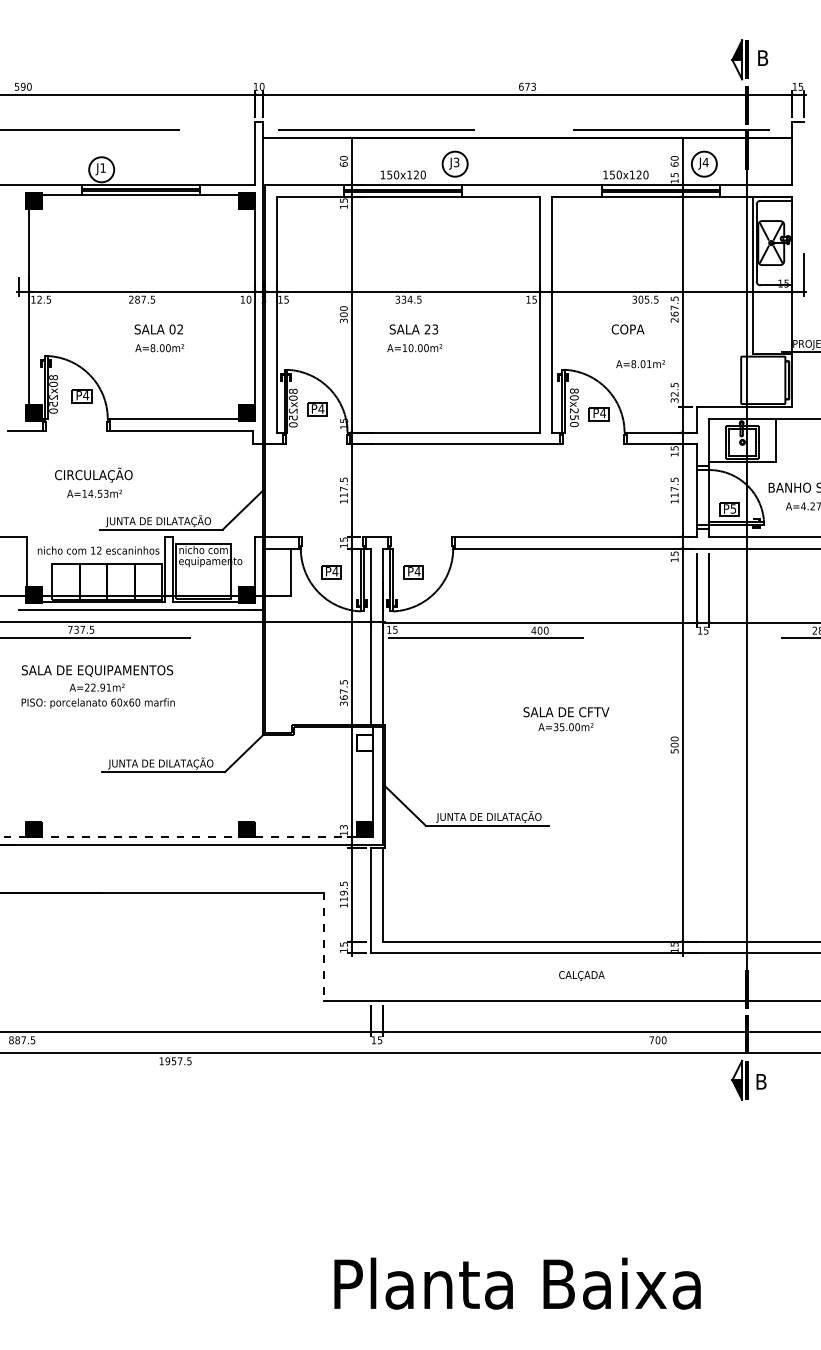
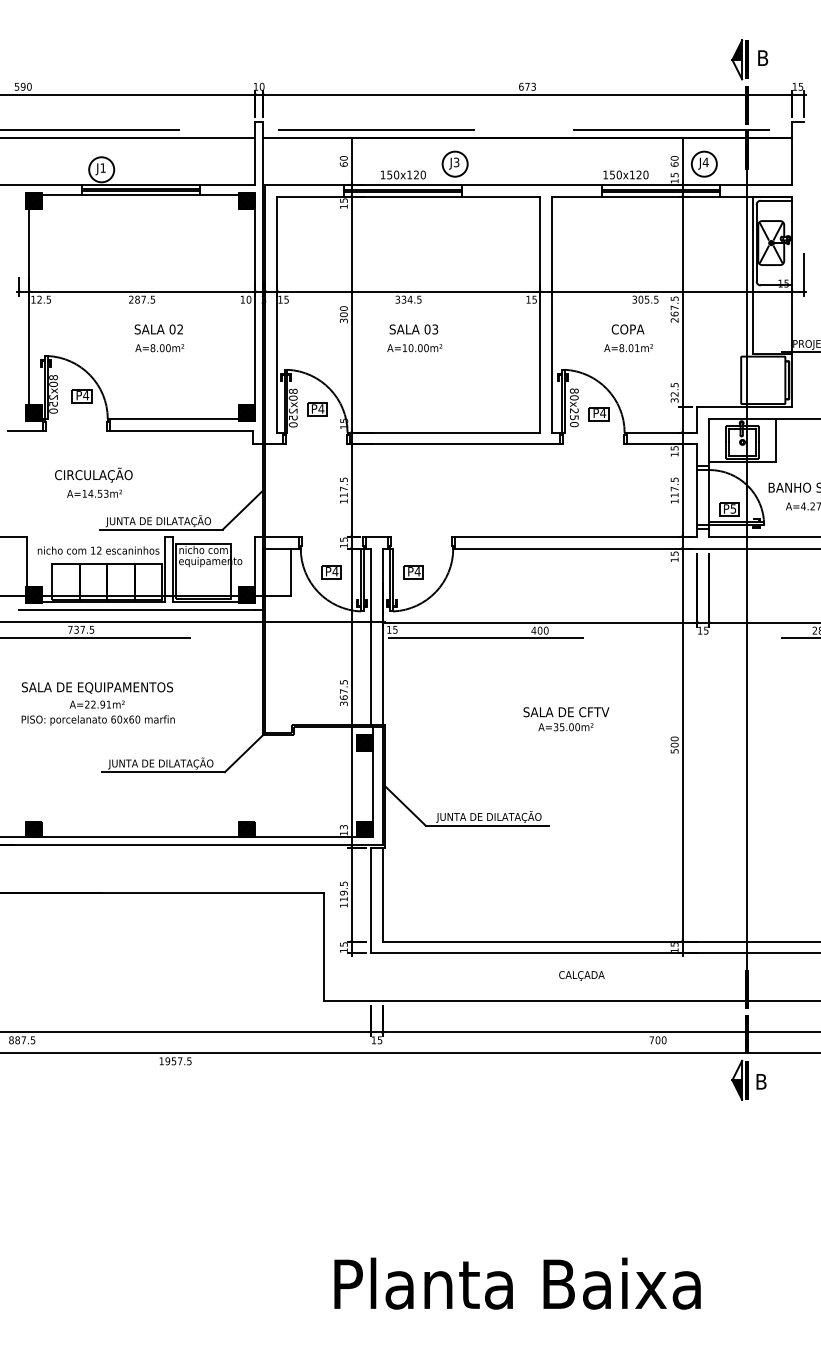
line at (128, 137): none -> present
text at (427, 329): 23 -> 03
text at (640, 364) position: (640, 364) -> (628, 348)
text at (97, 686) position: (97, 686) -> (97, 703)
hatch at (365, 743): none -> present
line at (178, 837): dashed -> solid
line at (323, 947): dashed -> solid
